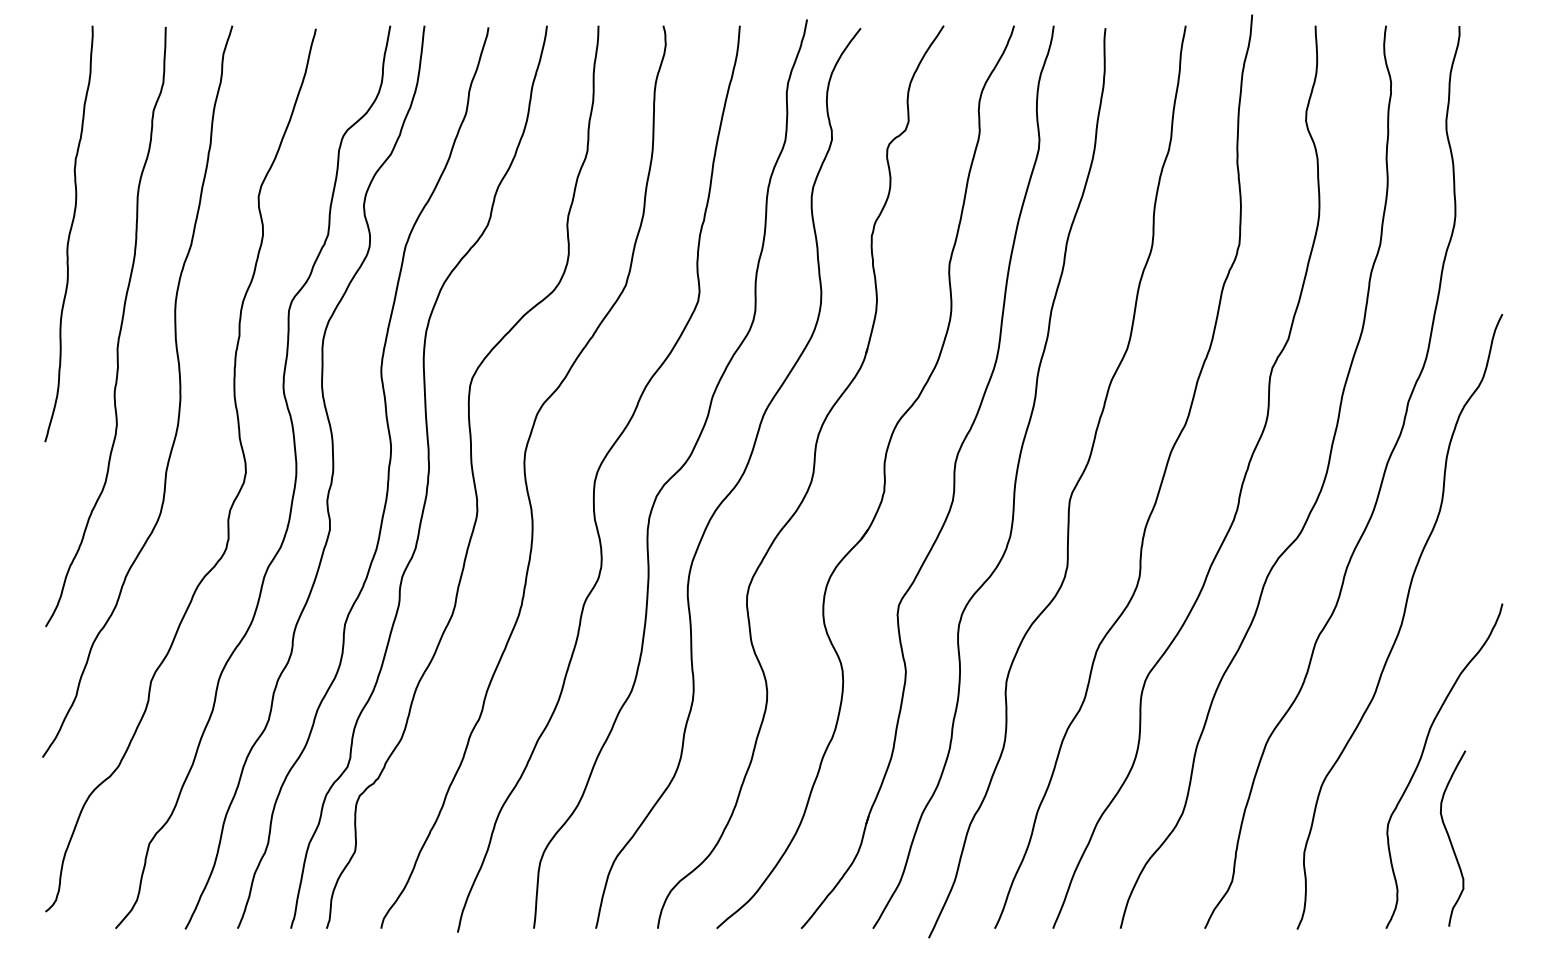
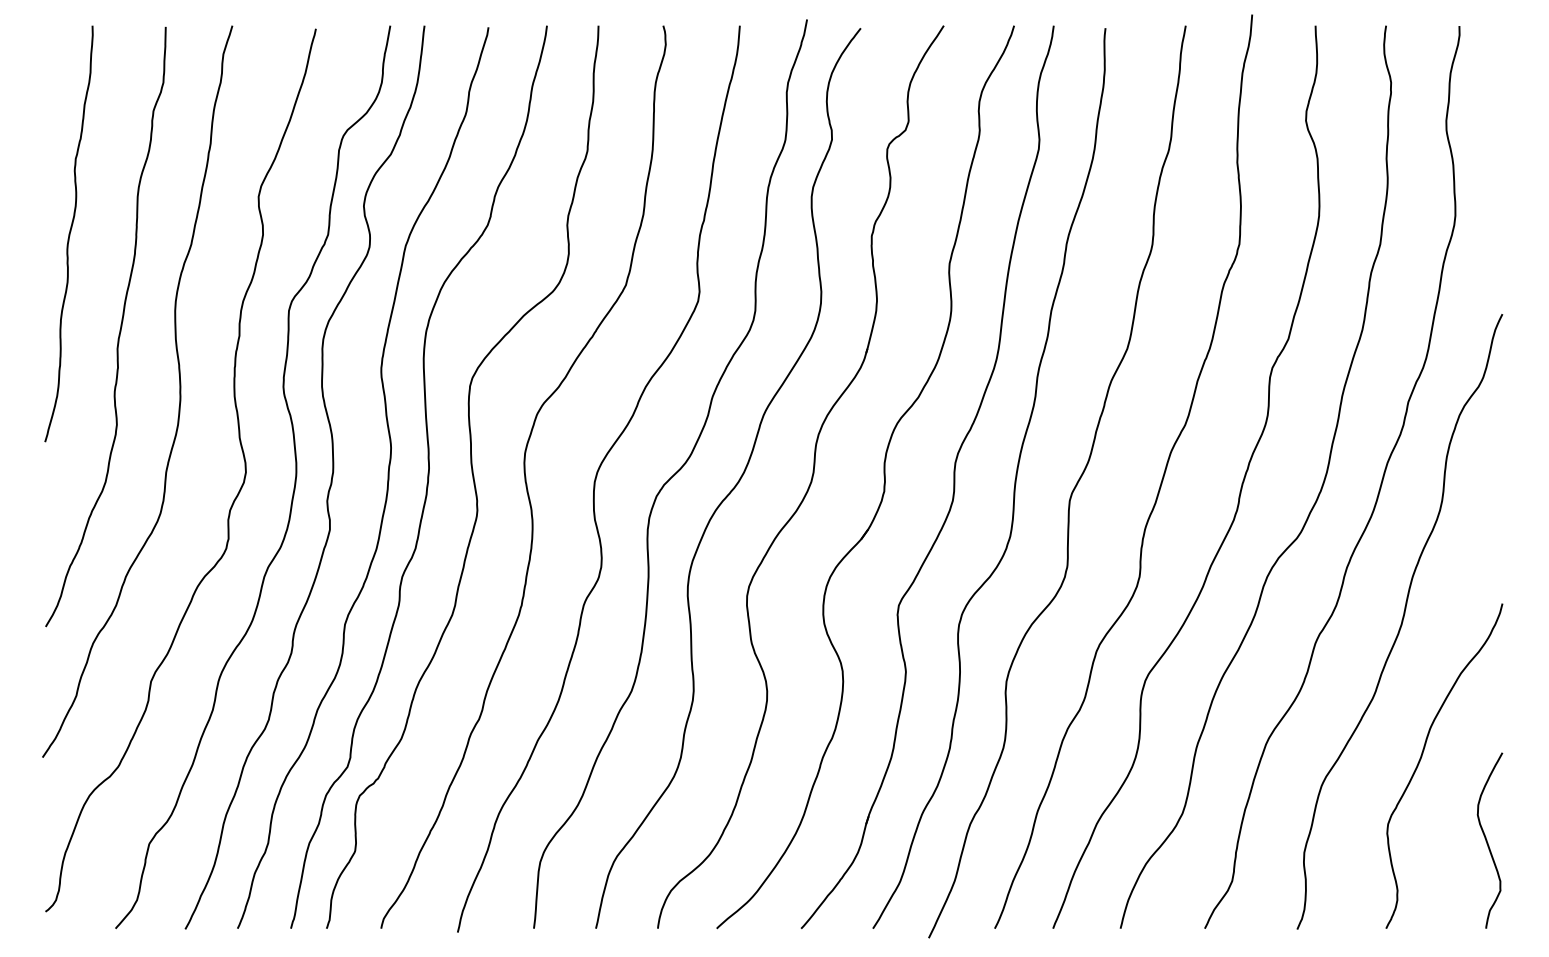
curve at (1450, 838) position: (1450, 838) -> (1487, 840)
